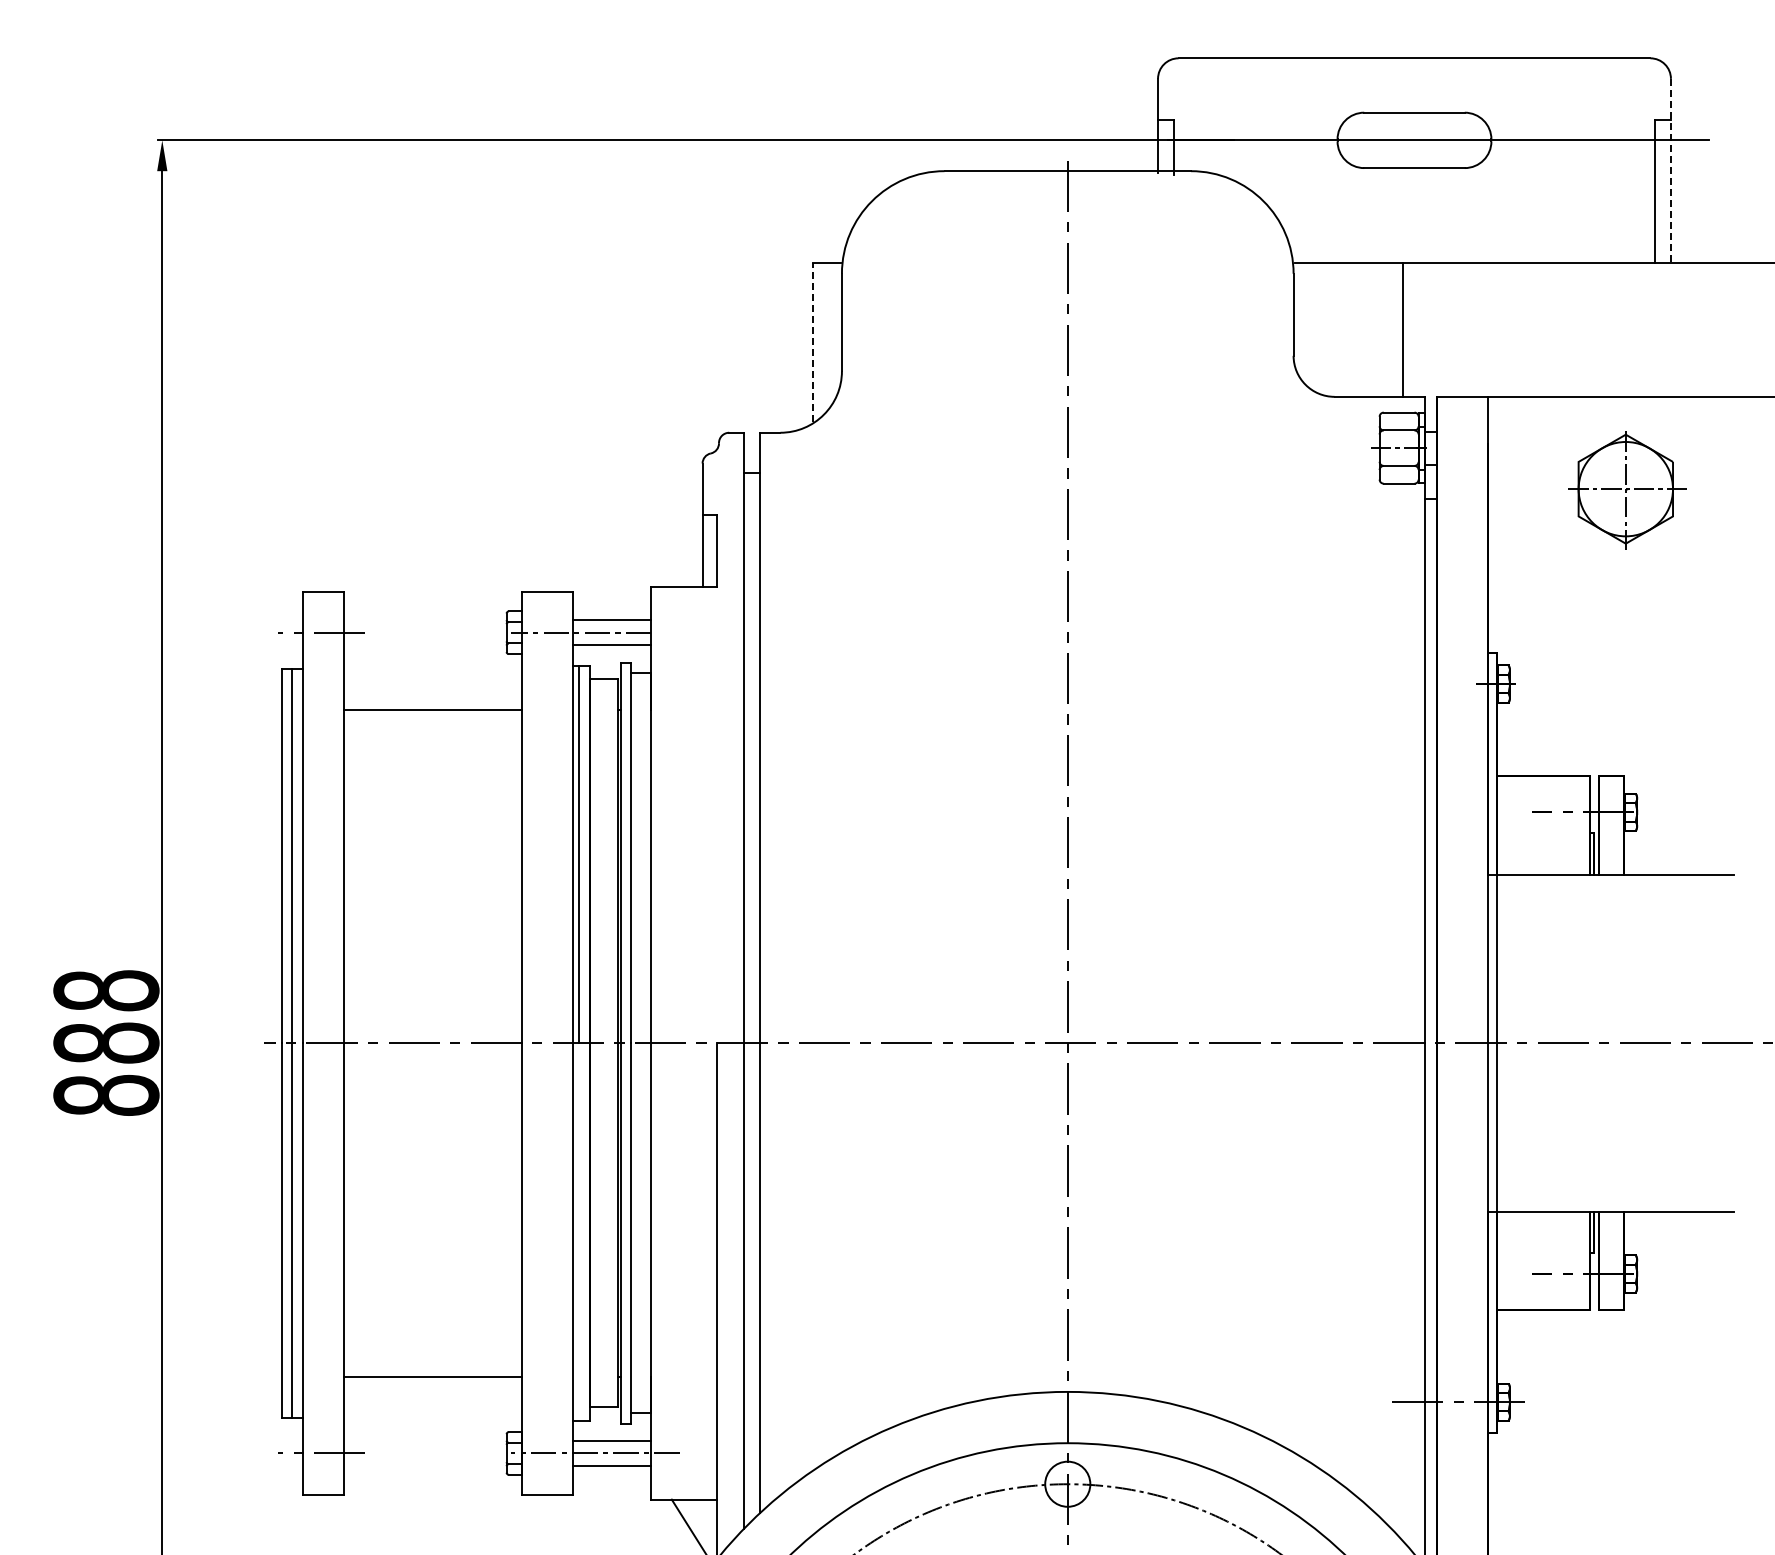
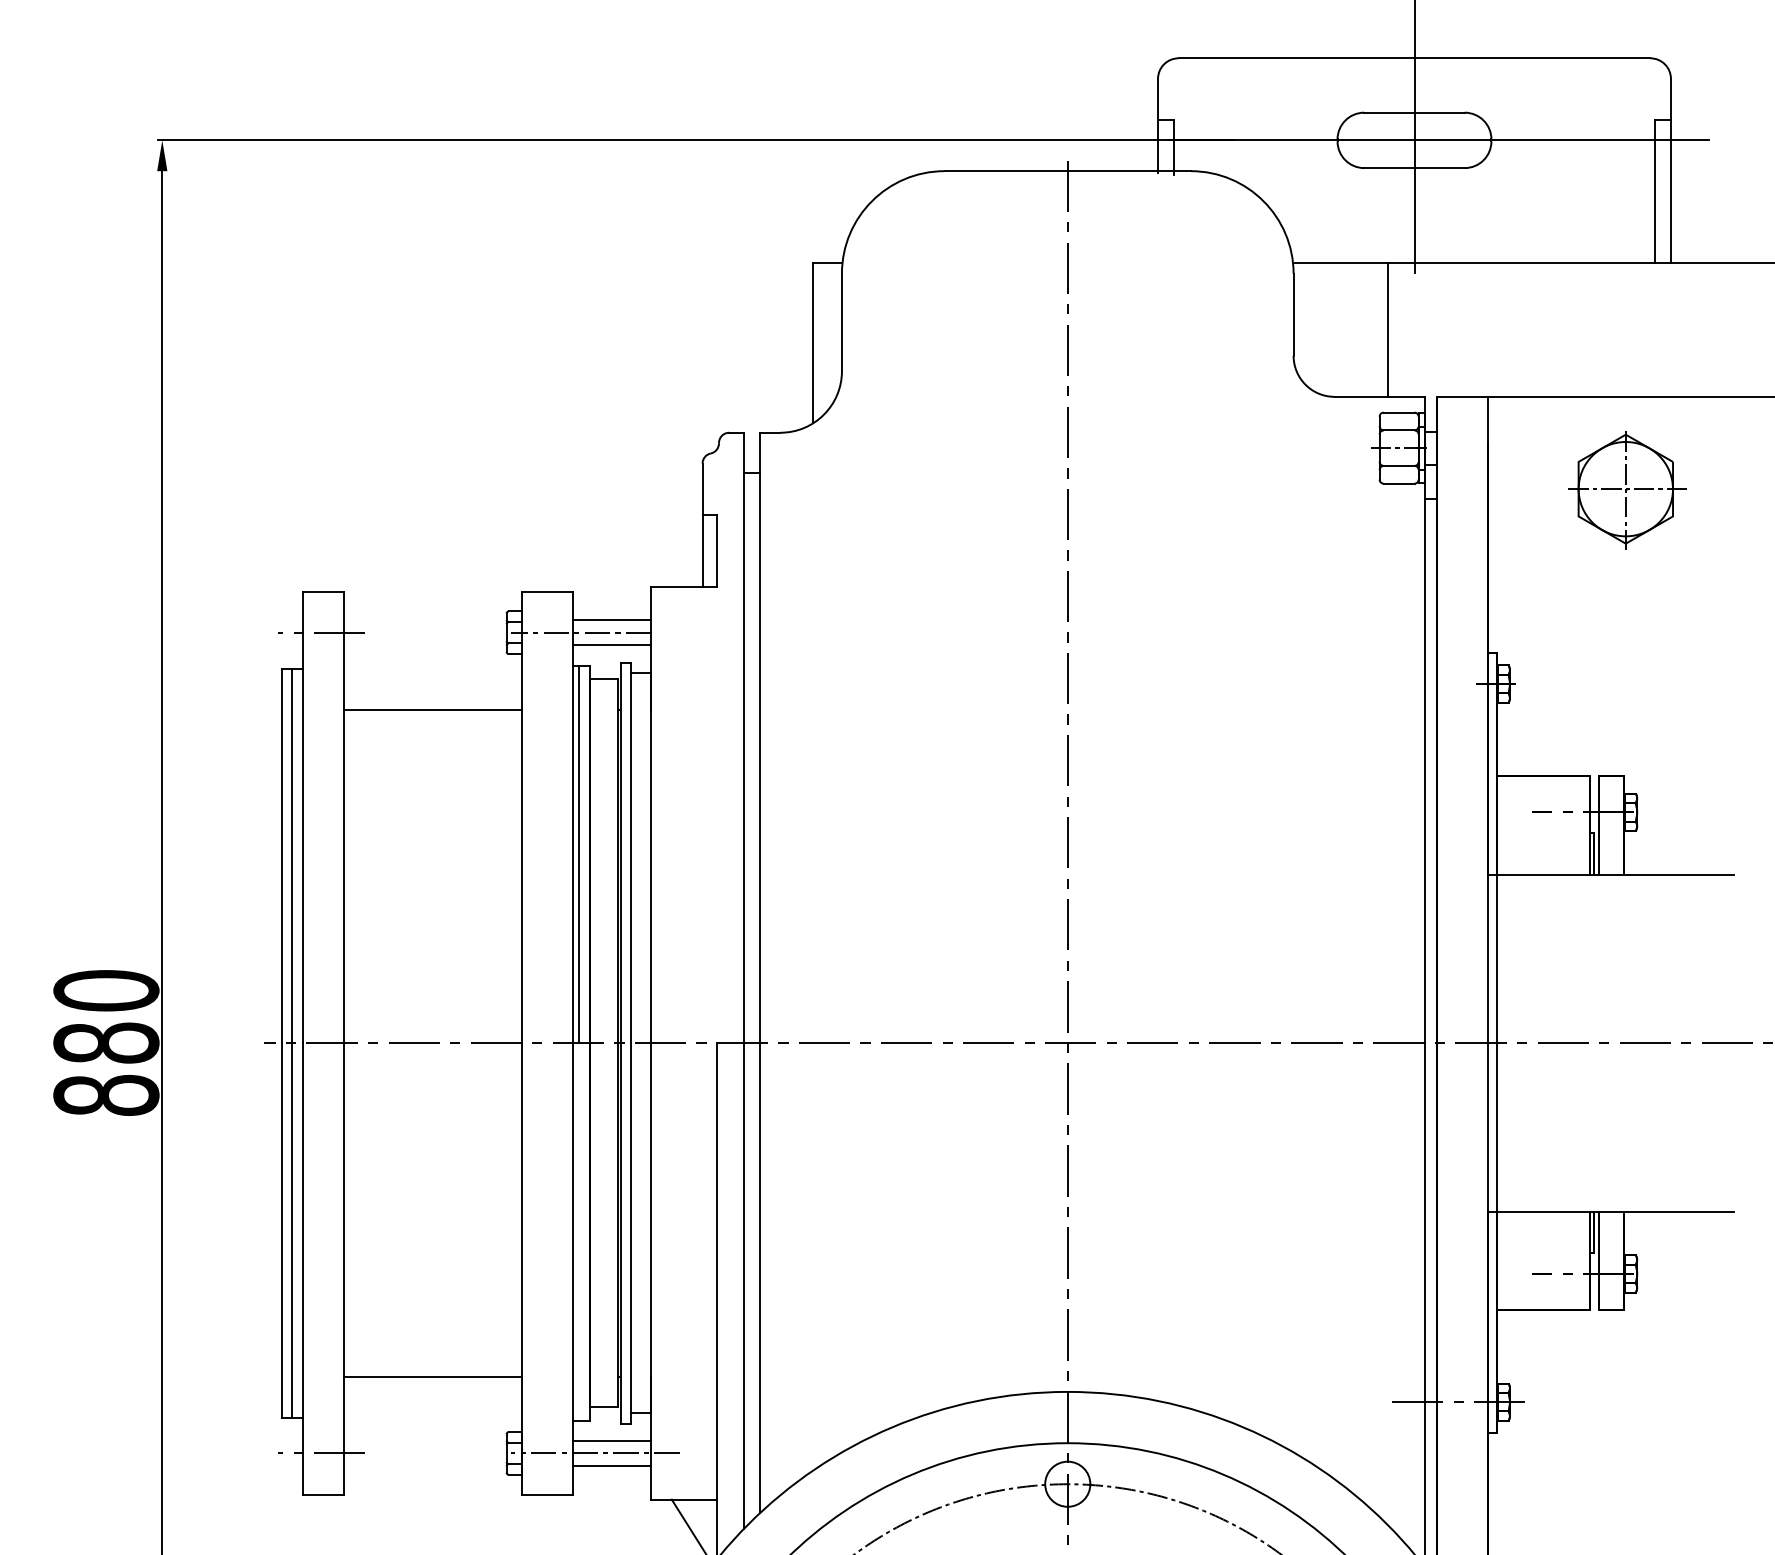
line at (1414, 137): none -> present
line at (1670, 171): dashed -> solid
line at (1402, 329) position: (1402, 329) -> (1387, 329)
line at (813, 342): dashed -> solid
text at (106, 990): 888 -> 880
